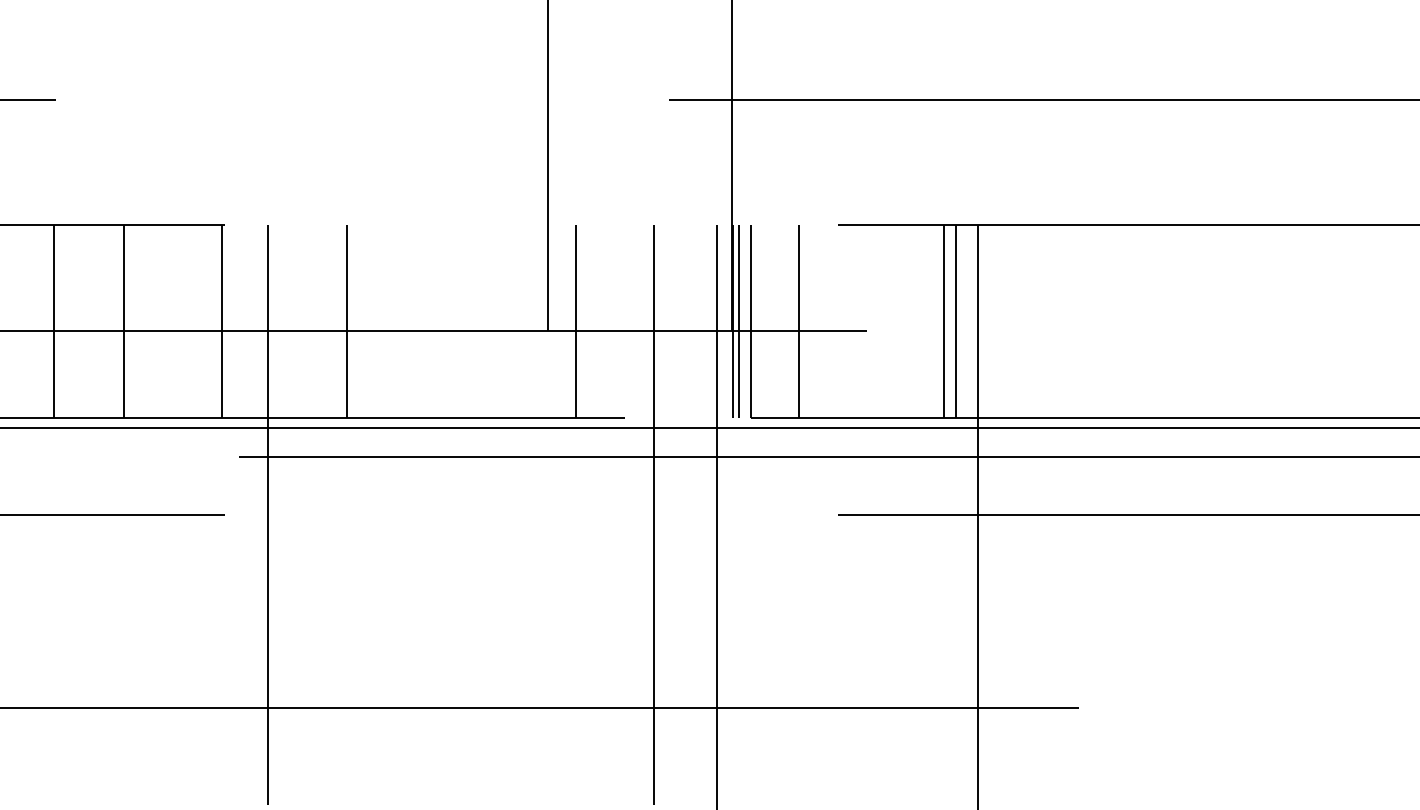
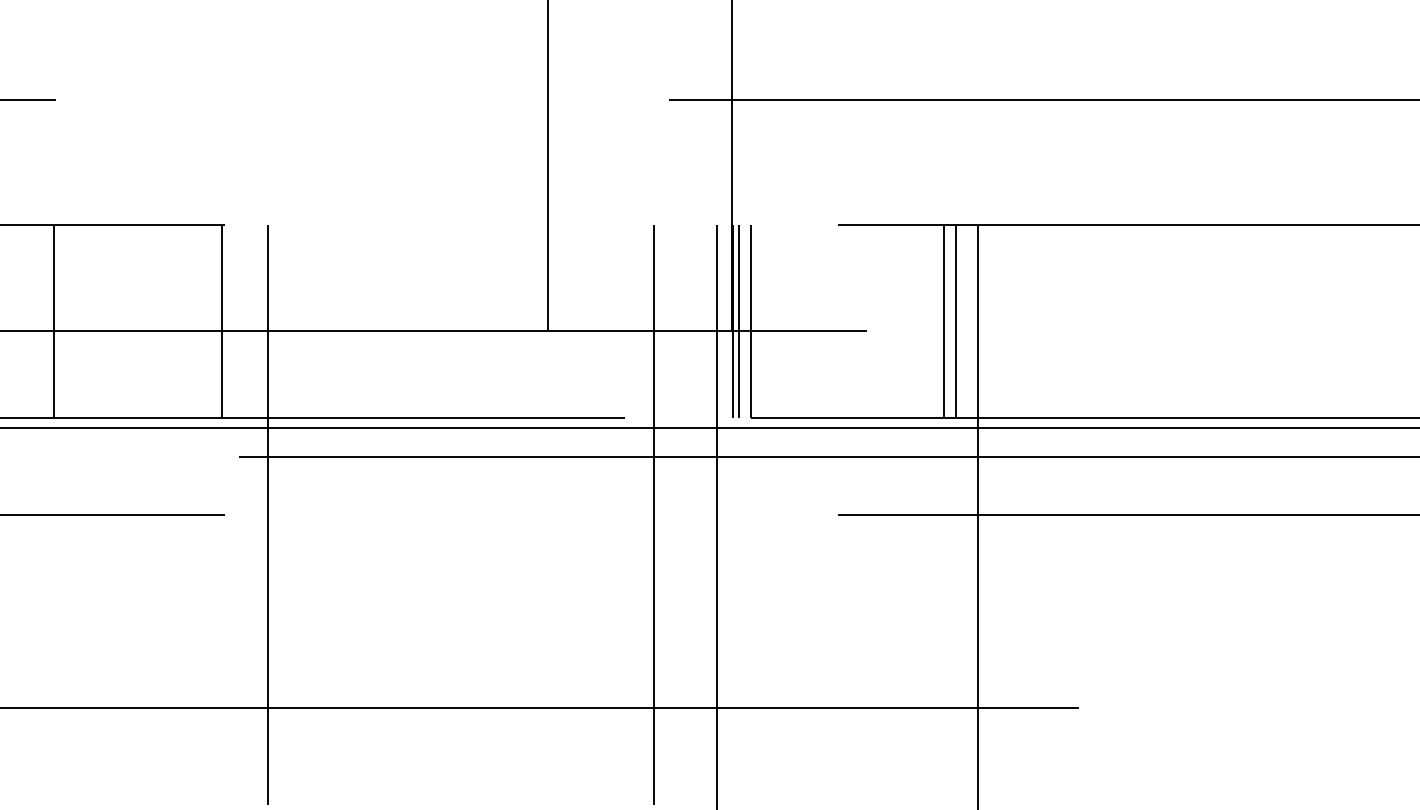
line at (123, 321): present -> none
line at (346, 321): present -> none
line at (576, 321): present -> none
line at (799, 321): present -> none
